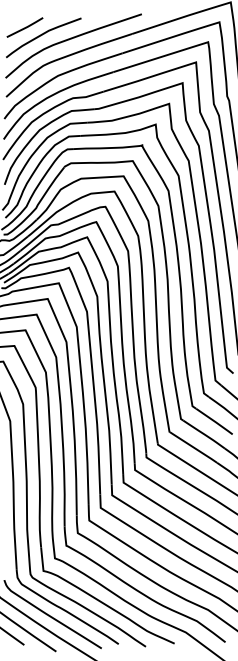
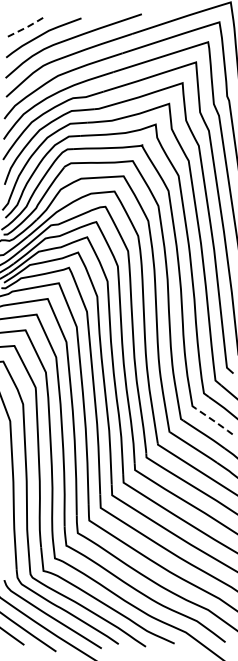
line at (25, 27): solid -> dashed
line at (215, 421): solid -> dashed
